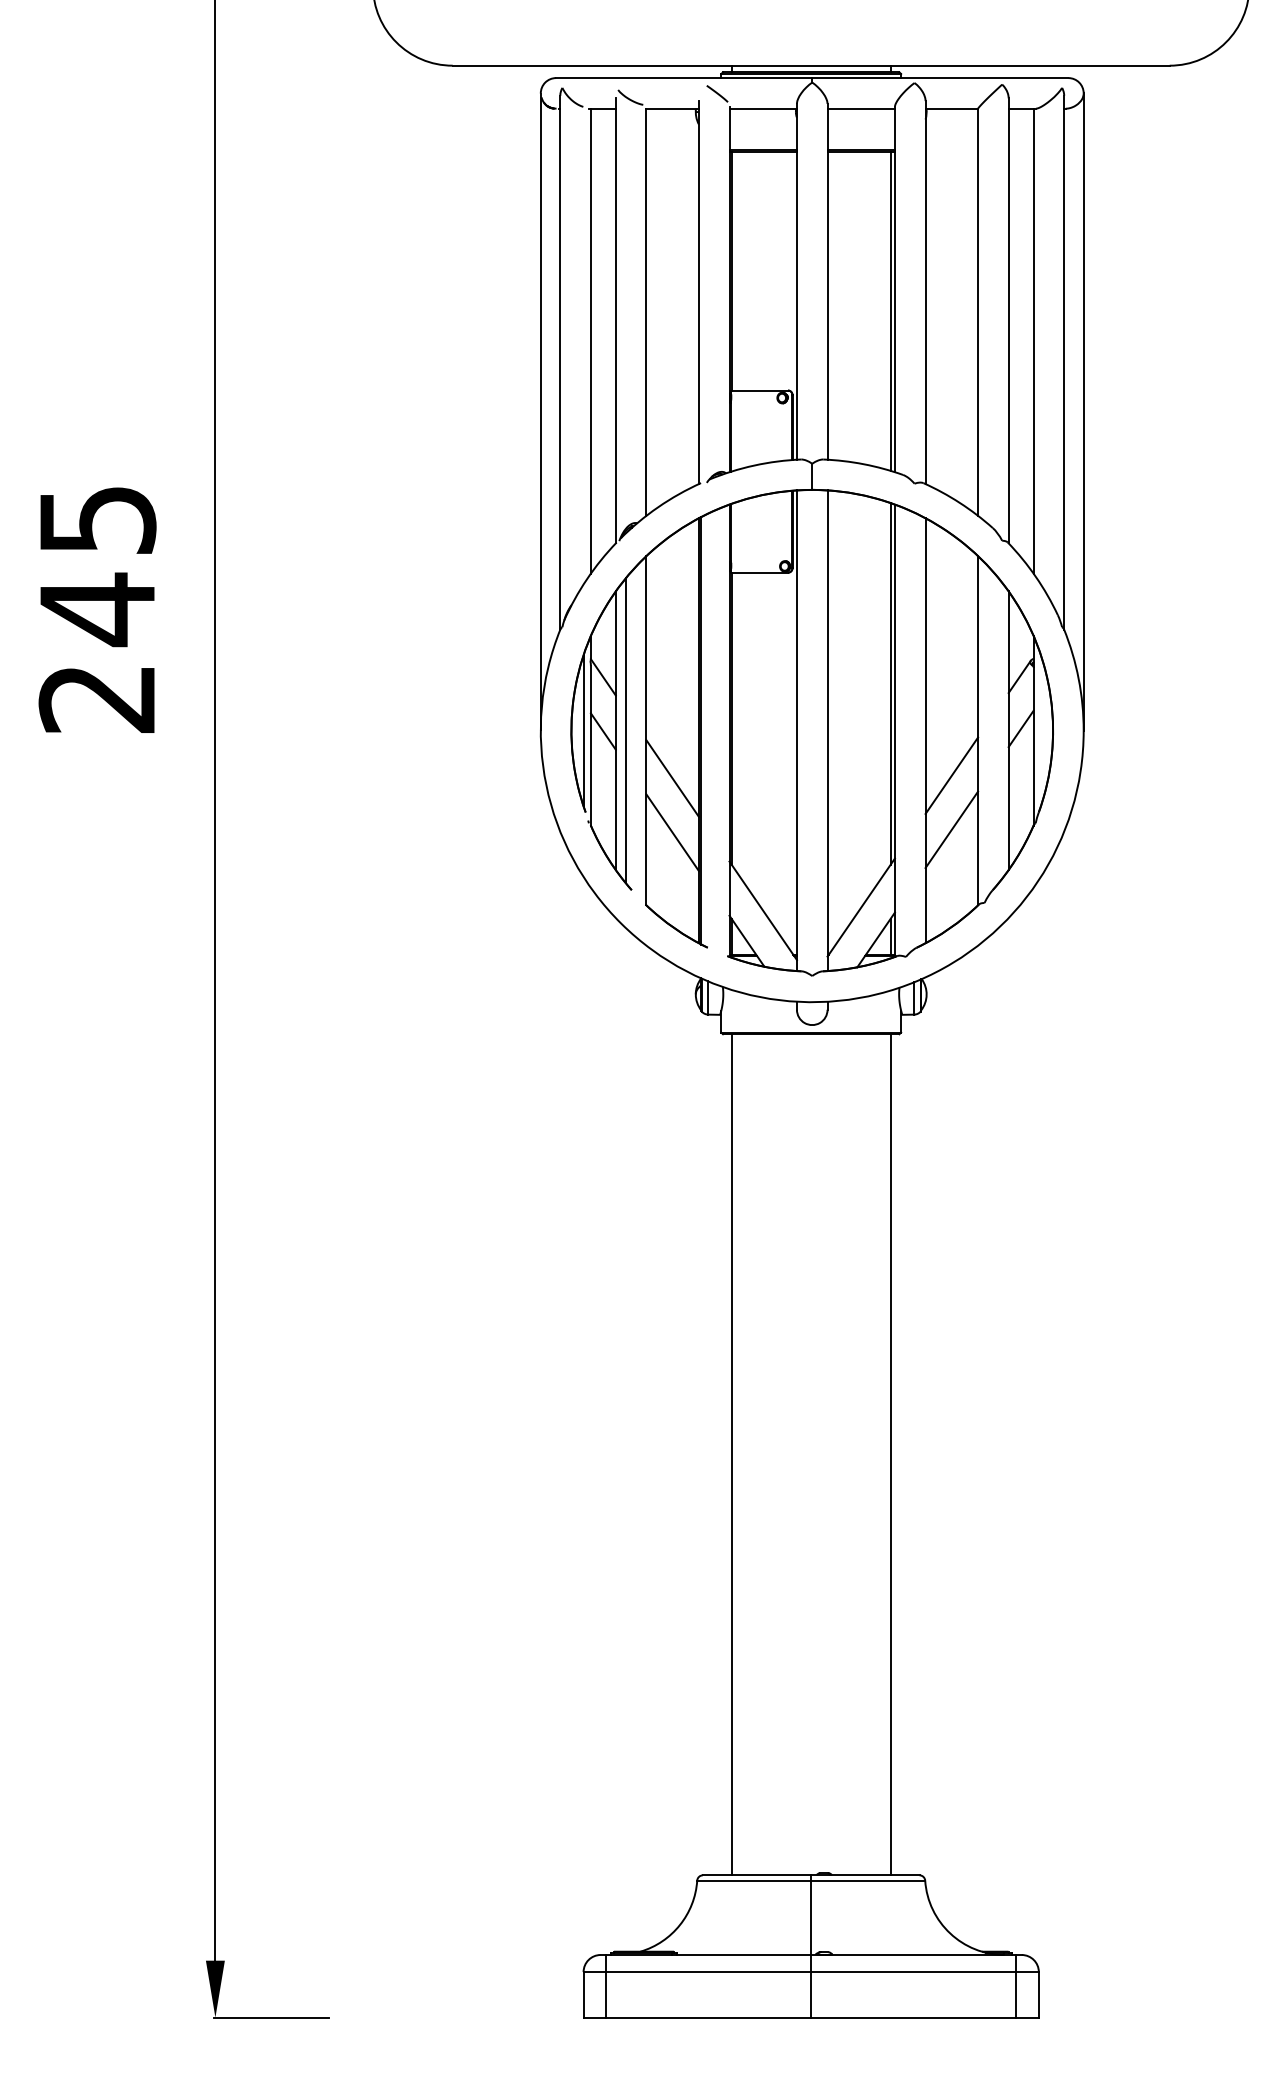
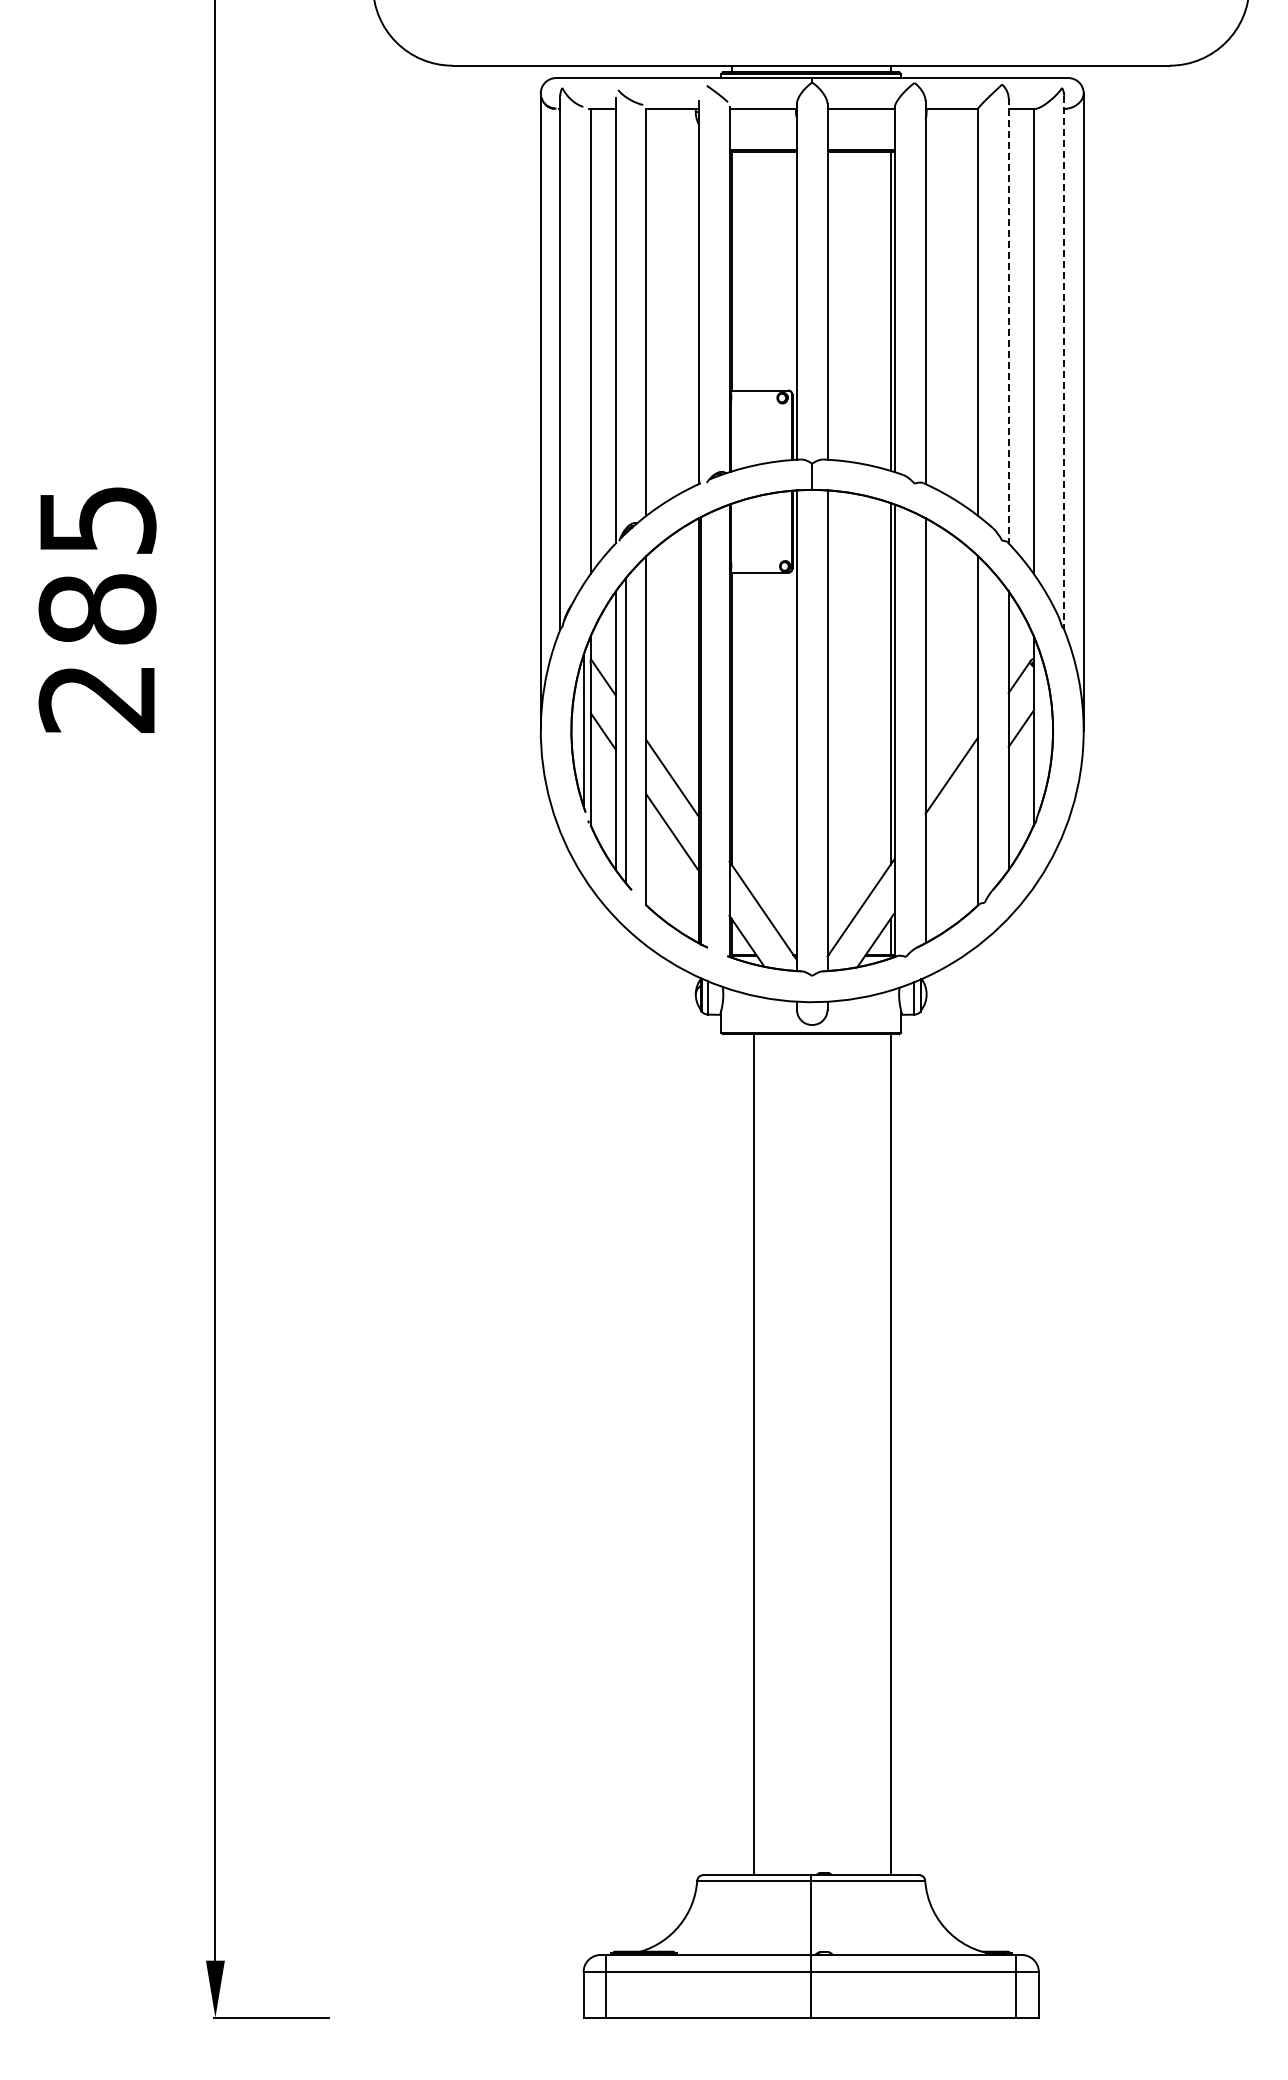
line at (1008, 321): solid -> dashed
line at (1064, 362): solid -> dashed
text at (97, 609): 245 -> 285
line at (951, 829): present -> none
line at (731, 1454) position: (731, 1454) -> (753, 1454)
